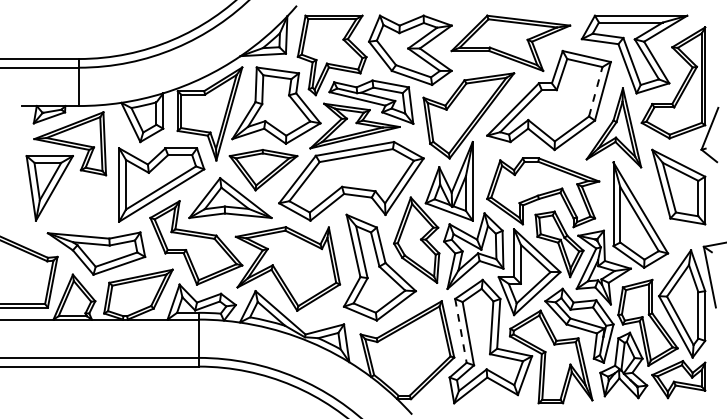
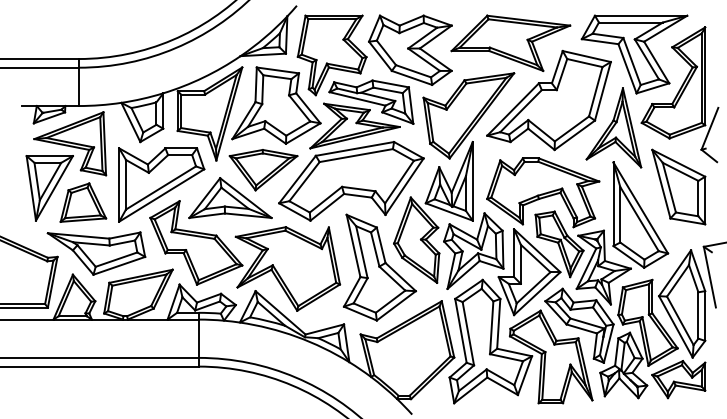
line at (595, 91): dashed -> solid
part at (83, 202): none -> present
line at (461, 331): dashed -> solid
